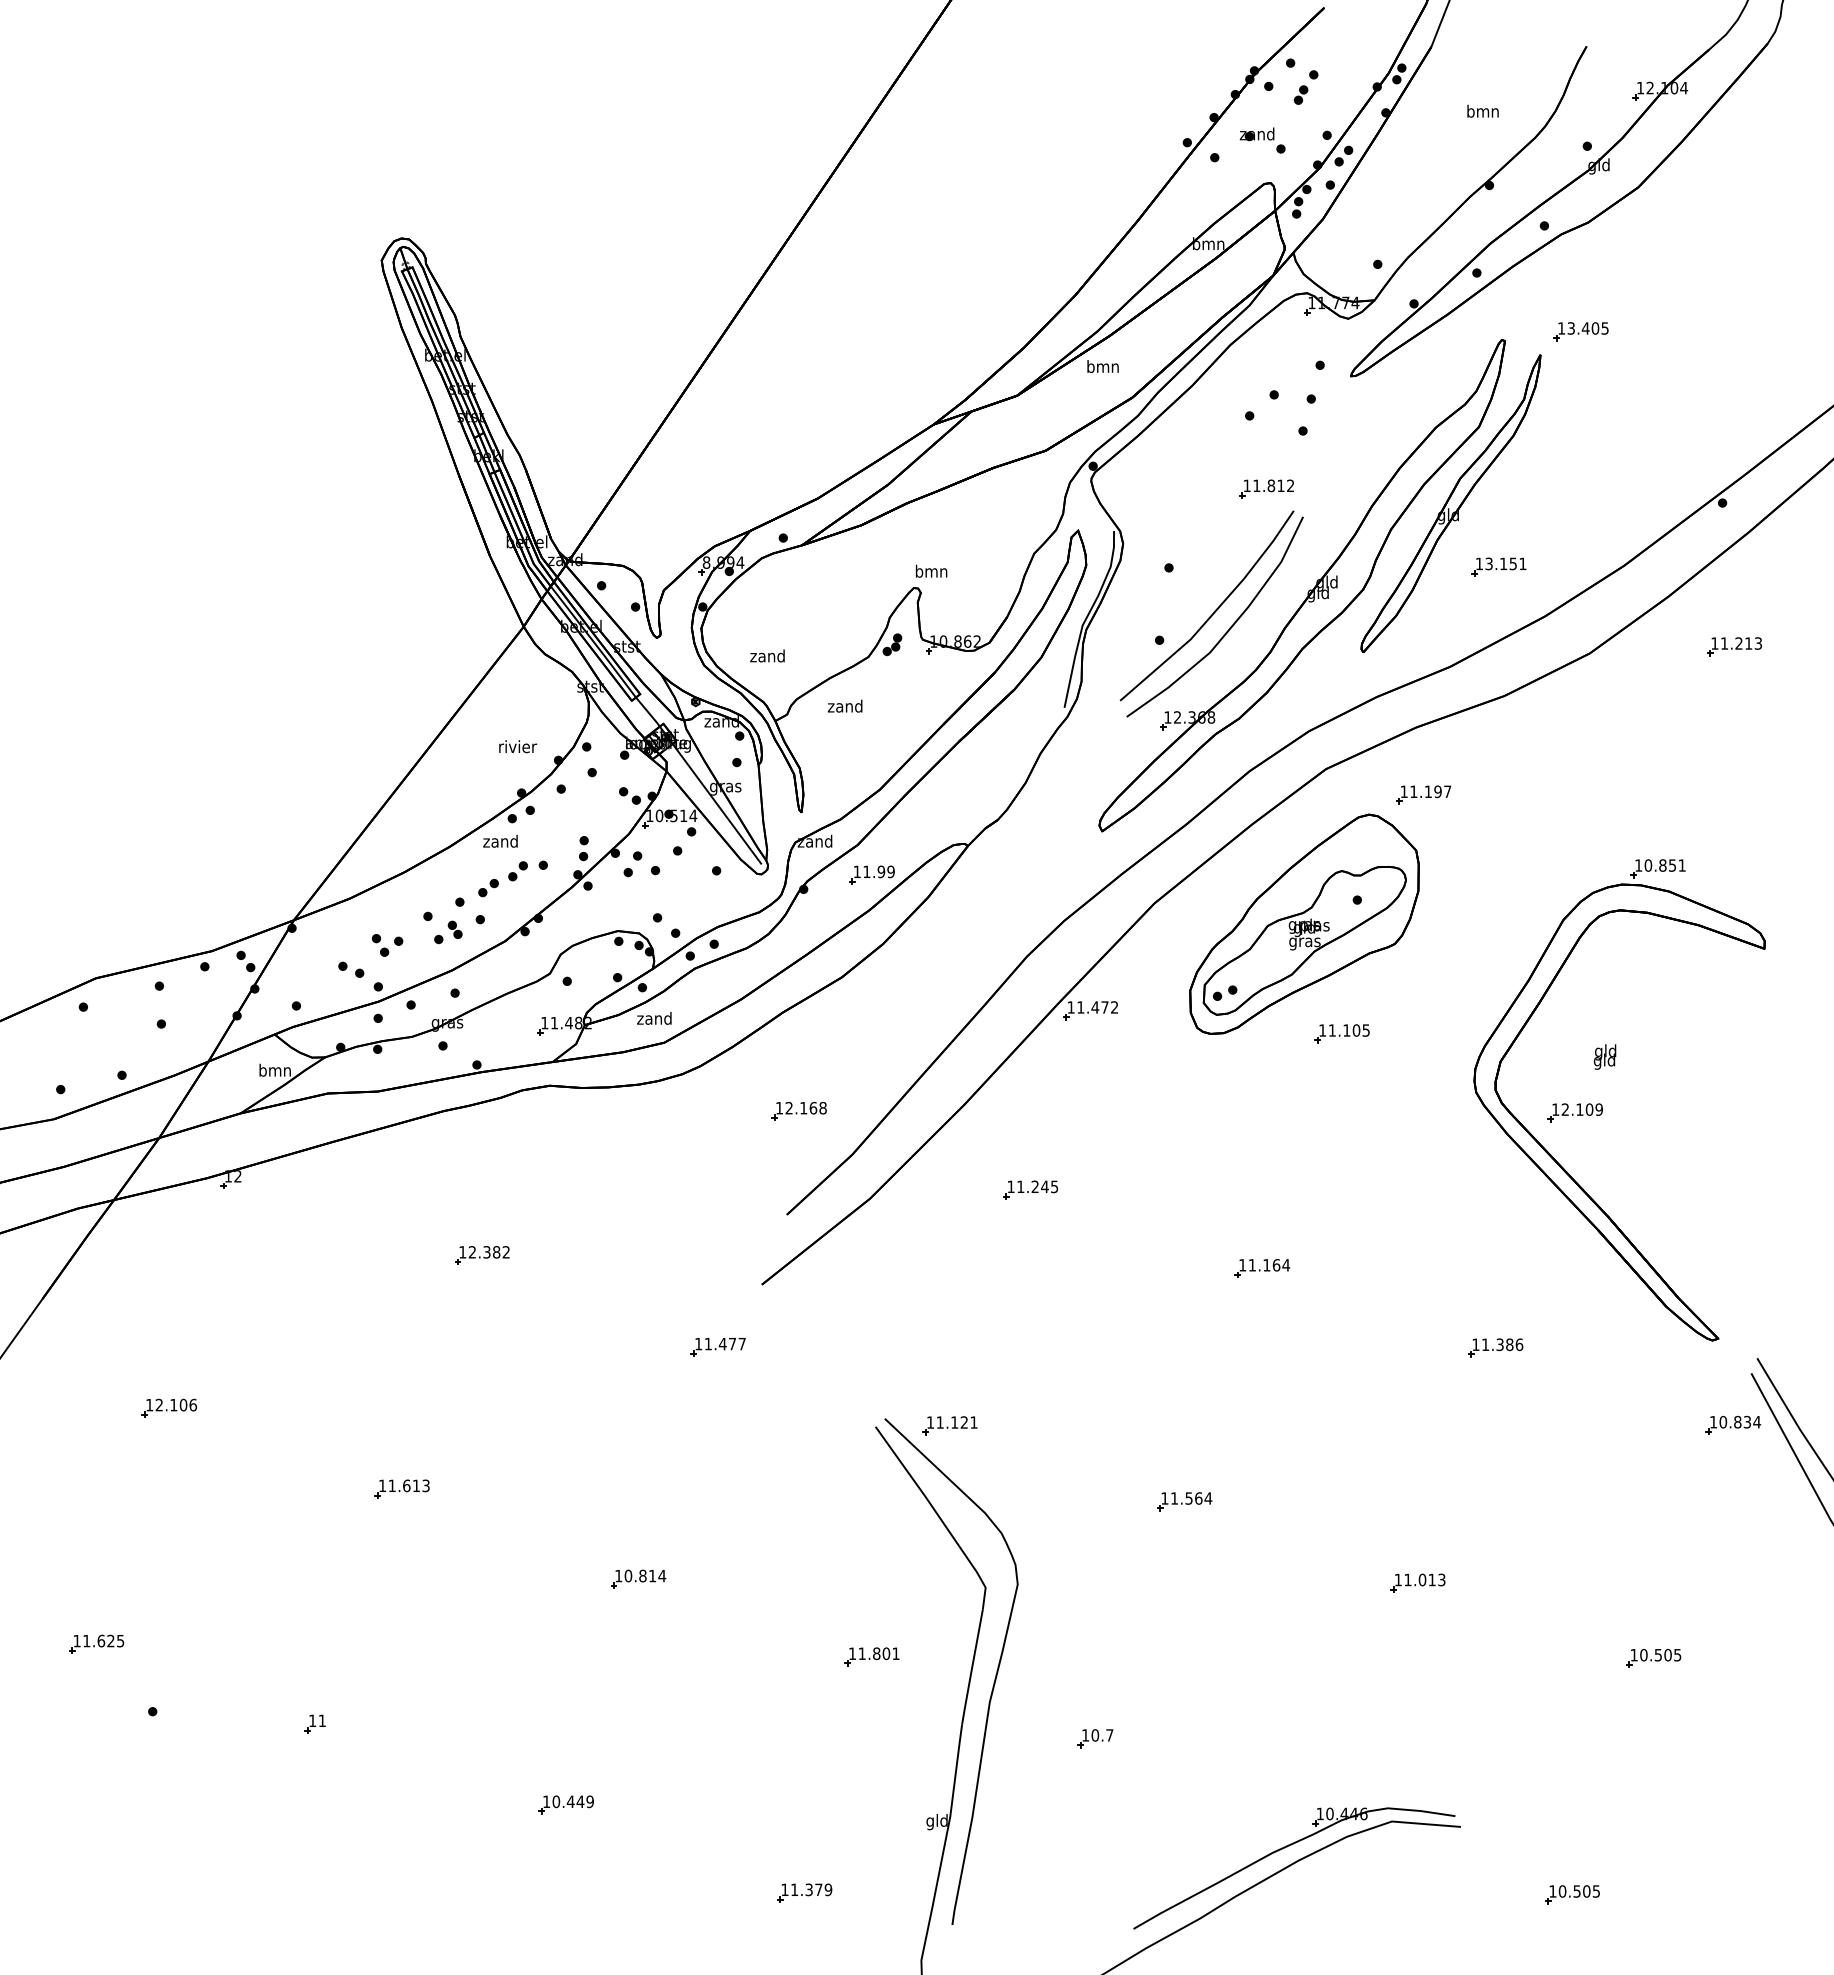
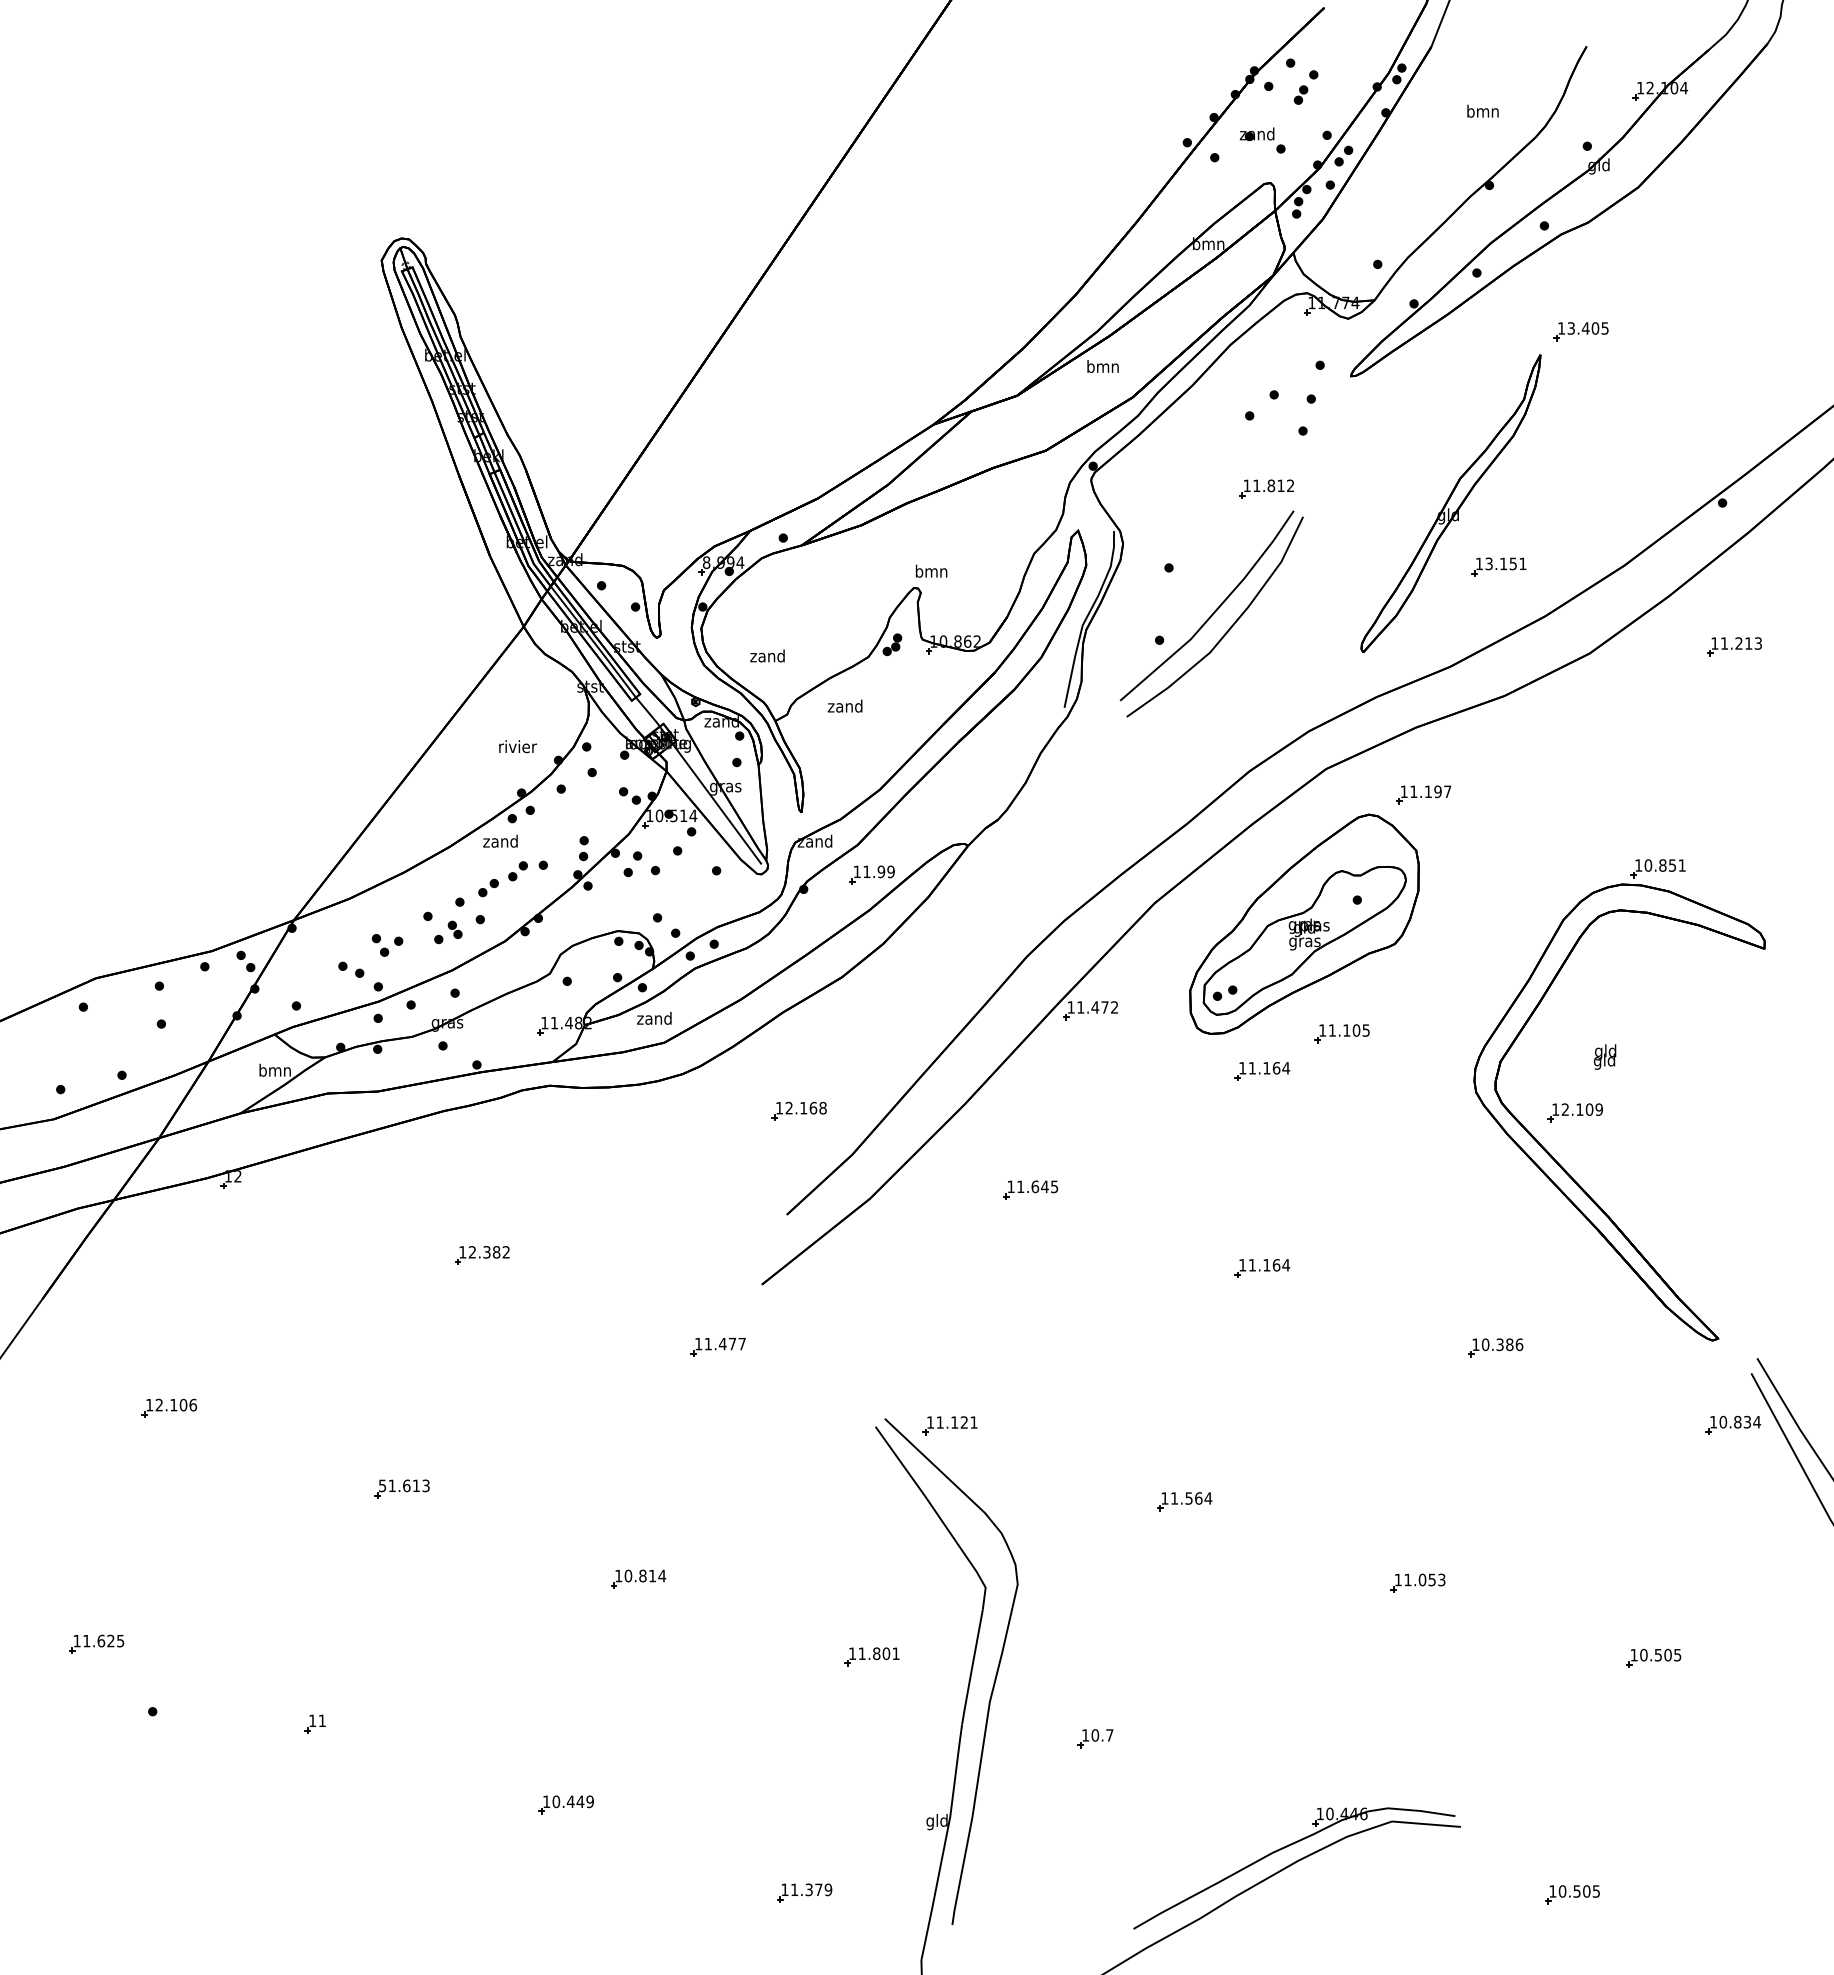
part at (1308, 590): present -> none
part at (1262, 1071): none -> present
text at (1035, 1186): 11.245 -> 11.645
text at (1485, 1344): 11.386 -> 10.386
text at (382, 1485): 11.613 -> 51.613
text at (1431, 1579): 11.013 -> 11.053
